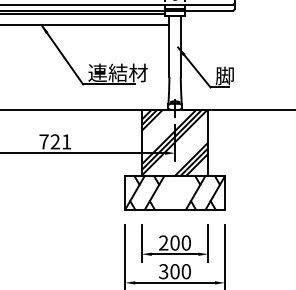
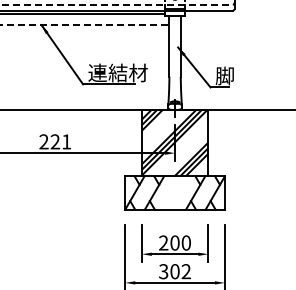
line at (117, 4): solid -> dashed
line at (84, 25): solid -> dashed
text at (43, 141): 721 -> 221
text at (185, 271): 300 -> 302
